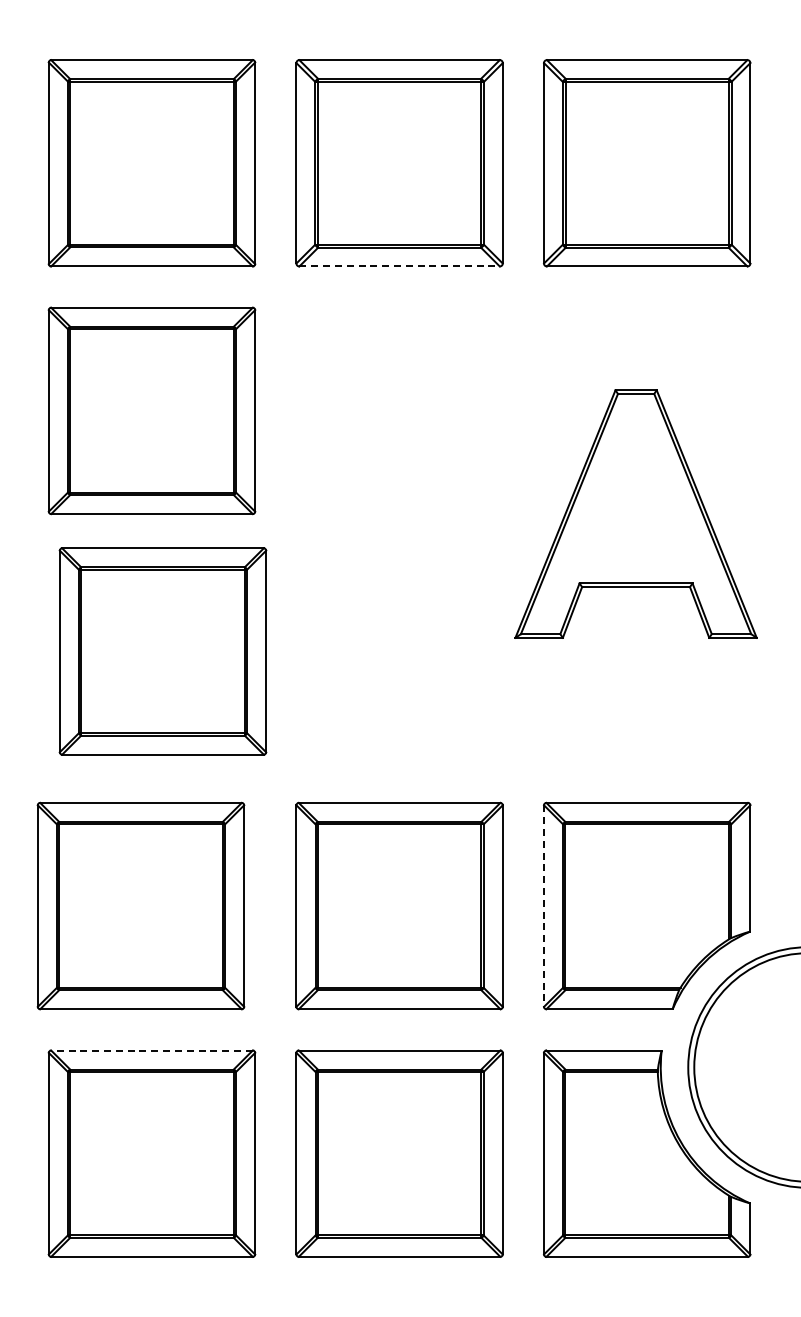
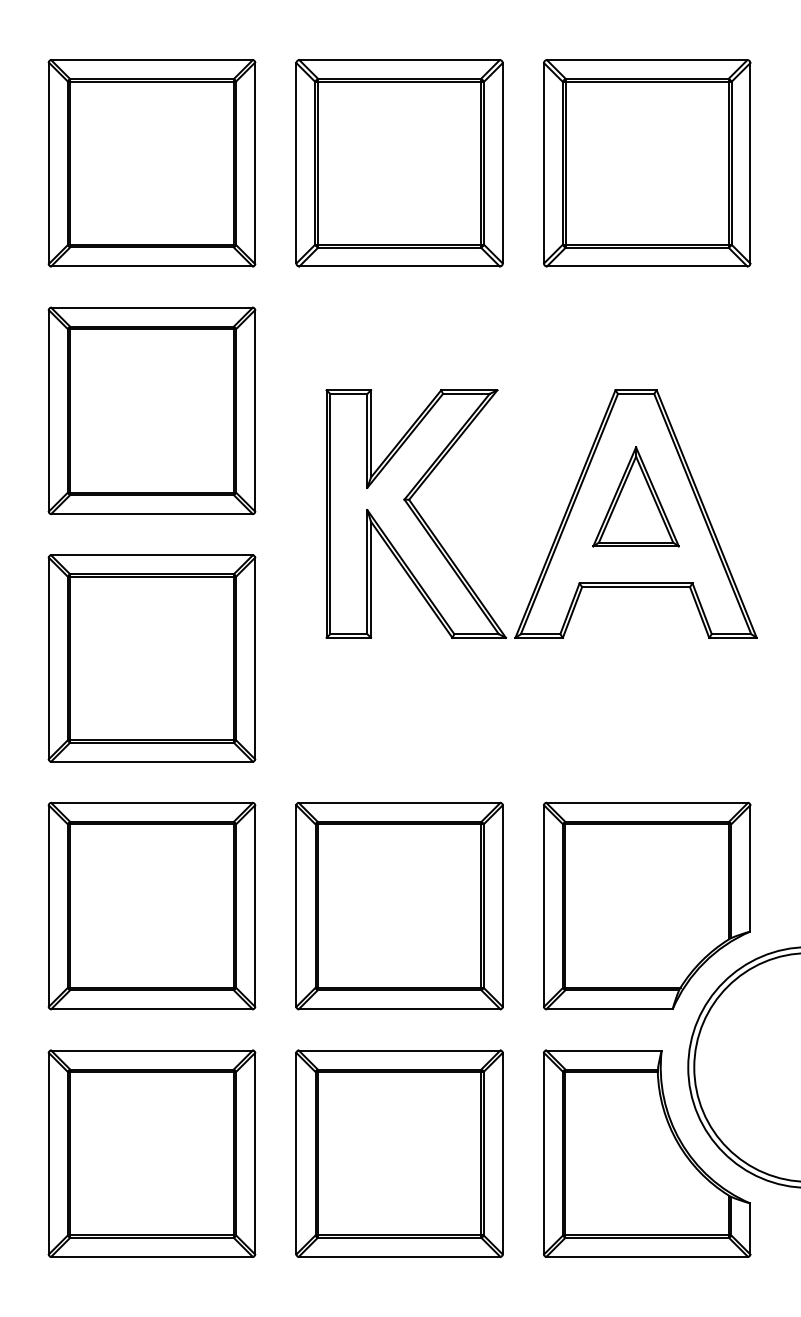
line at (400, 266): dashed -> solid
part at (635, 496): none -> present
part at (415, 513): none -> present
part at (162, 651) position: (162, 651) -> (151, 658)
part at (140, 905) position: (140, 905) -> (151, 905)
line at (544, 906): dashed -> solid
line at (152, 1050): dashed -> solid
